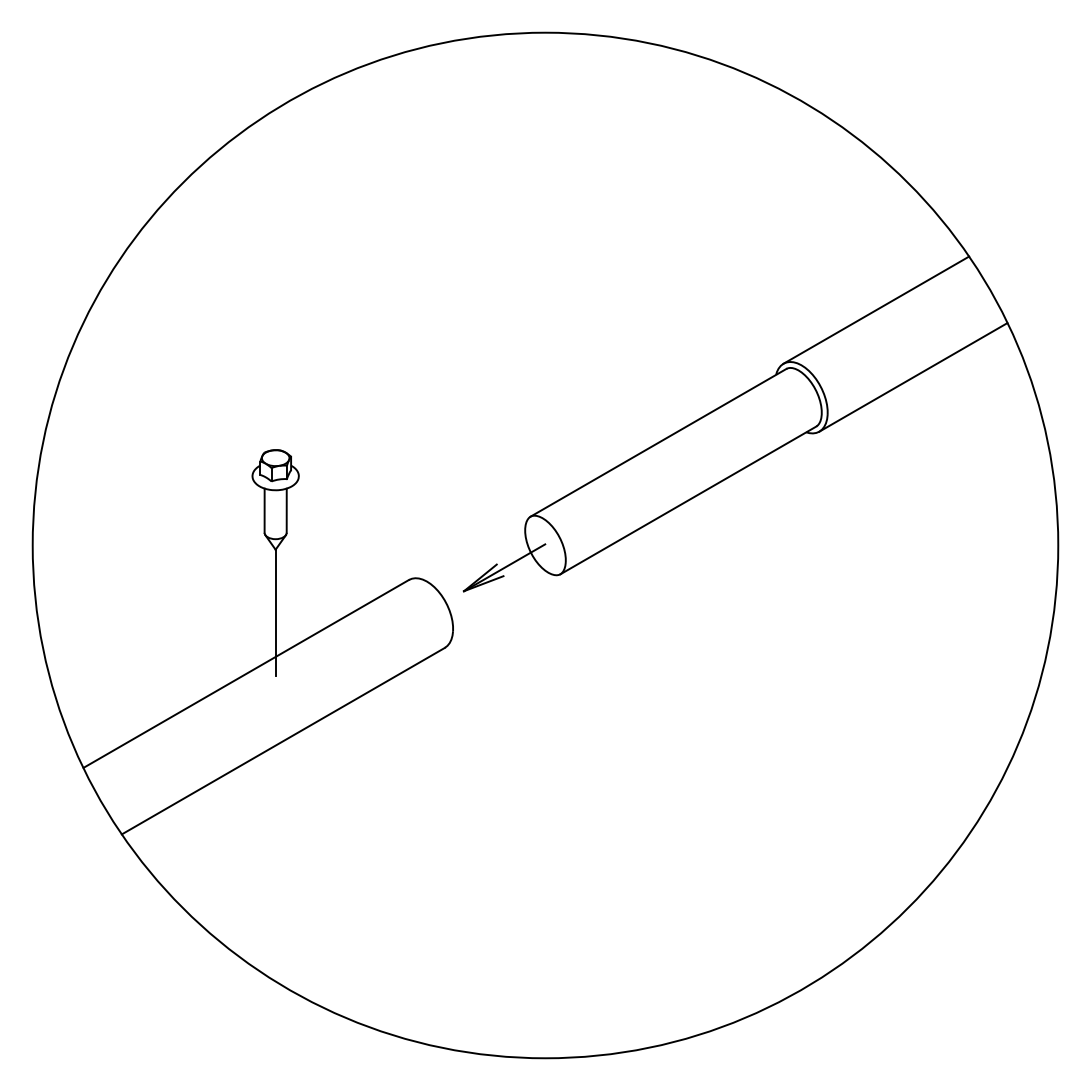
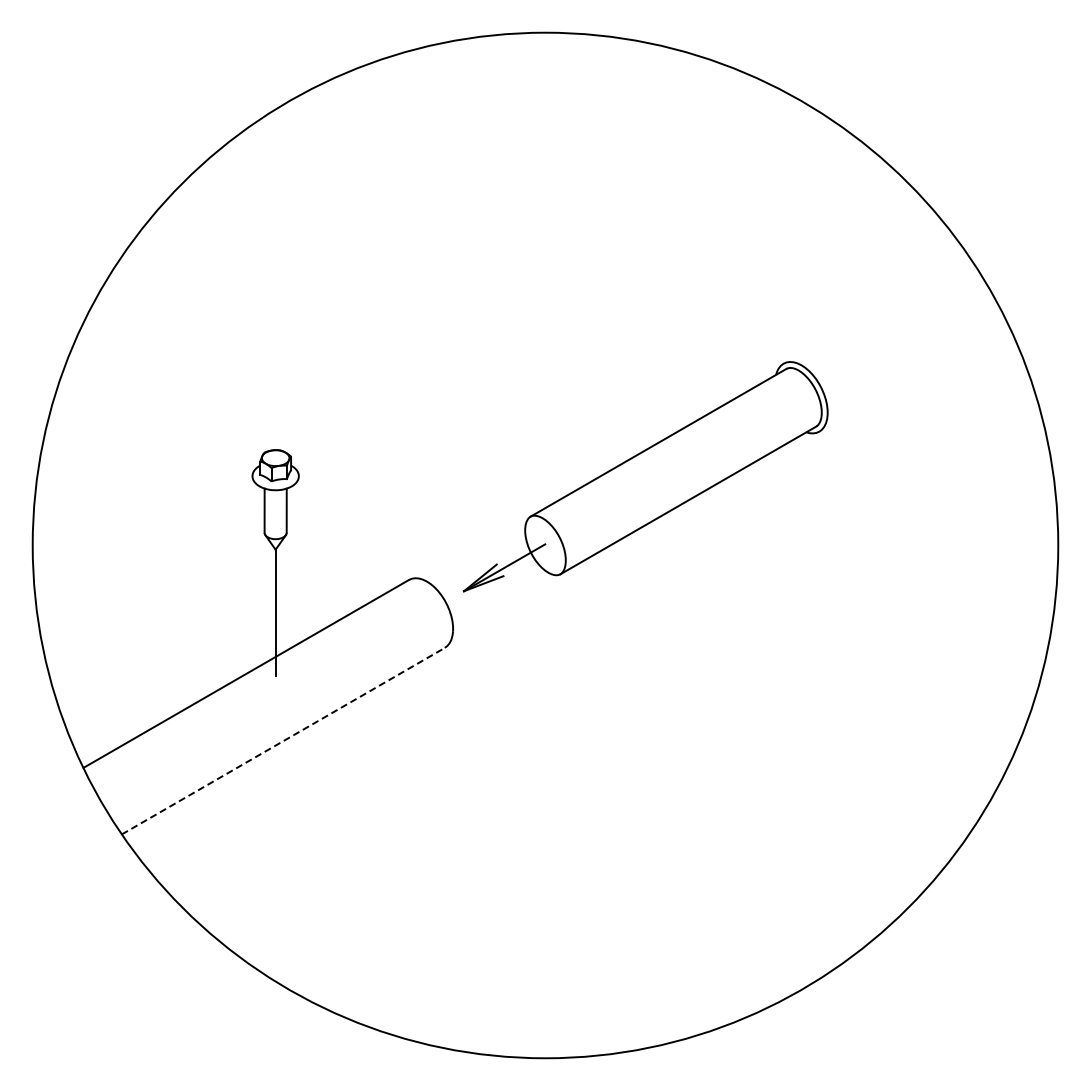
line at (876, 309): present -> none
line at (913, 377): present -> none
line at (283, 741): solid -> dashed
